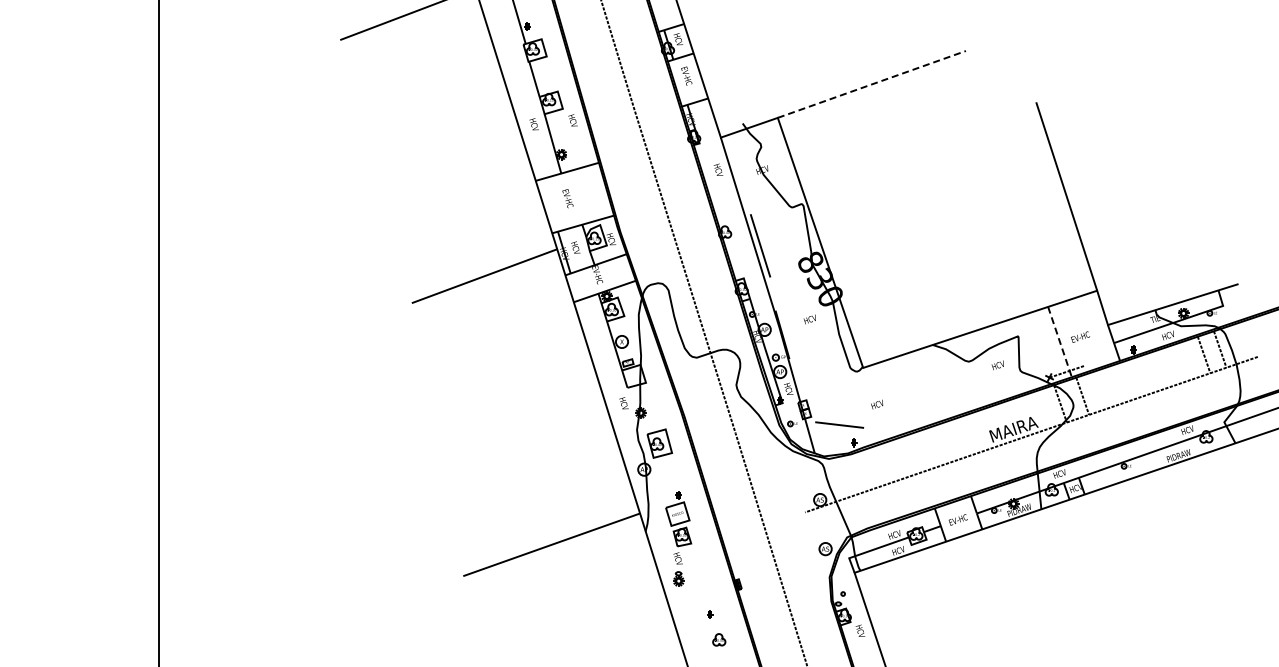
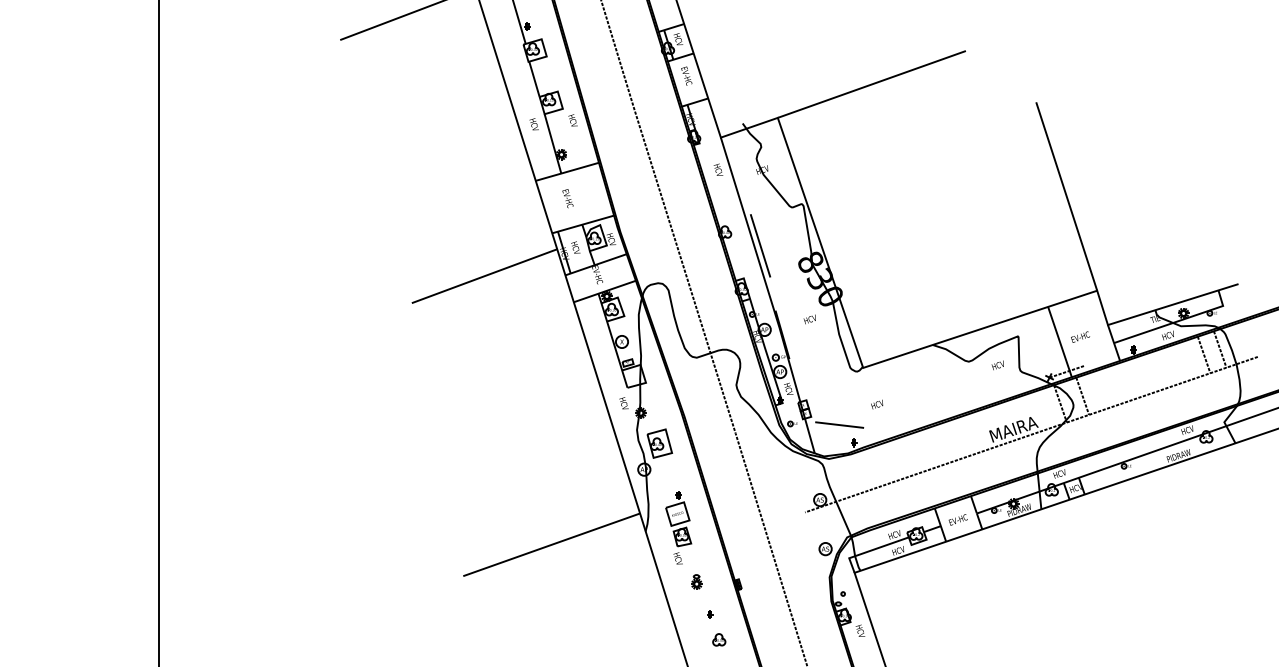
line at (871, 84): dashed -> solid
line at (1060, 342): dashed -> solid
part at (678, 578) position: (678, 578) -> (696, 581)
